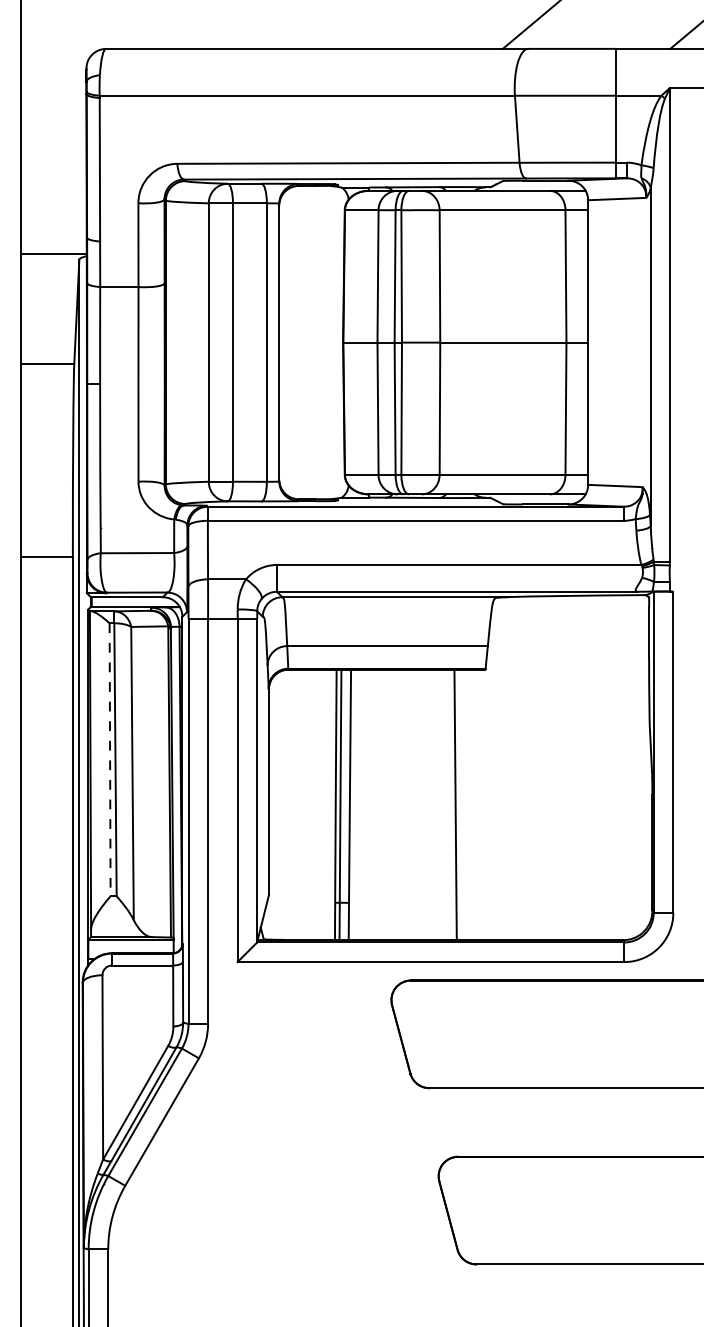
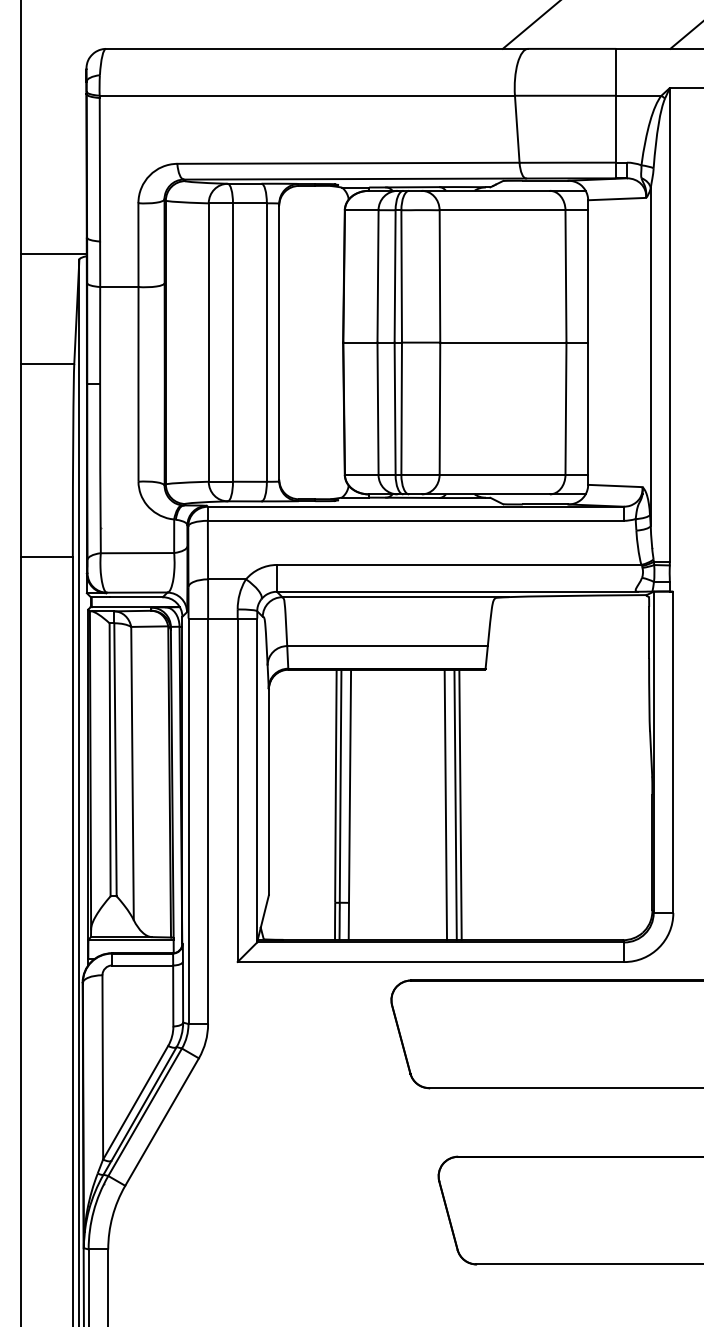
line at (110, 760): dashed -> solid
line at (445, 804): none -> present
line at (460, 804): none -> present
